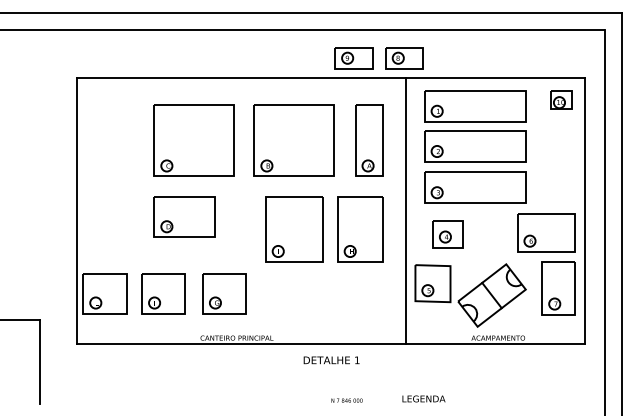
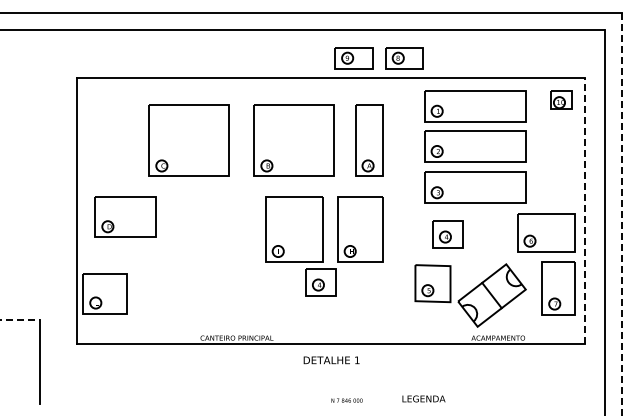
part at (193, 140) position: (193, 140) -> (188, 140)
line at (406, 210): present -> none
line at (585, 210): solid -> dashed
line at (621, 214): solid -> dashed
part at (184, 216) position: (184, 216) -> (125, 216)
part at (320, 282): none -> present
part at (163, 293): present -> none
part at (224, 293): present -> none
line at (20, 319): solid -> dashed
